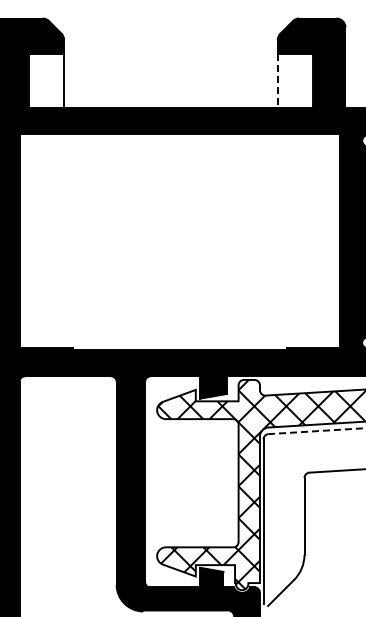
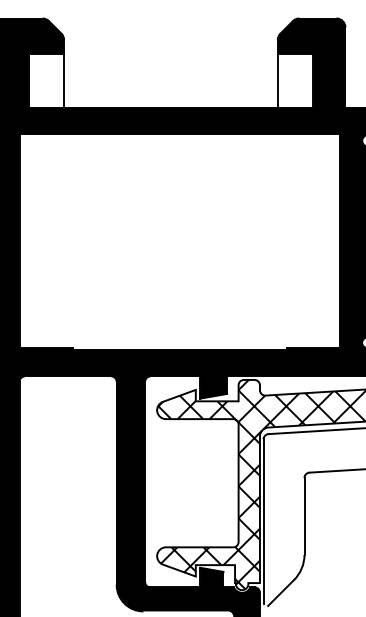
line at (277, 80): dashed -> solid
line at (316, 431): dashed -> solid
